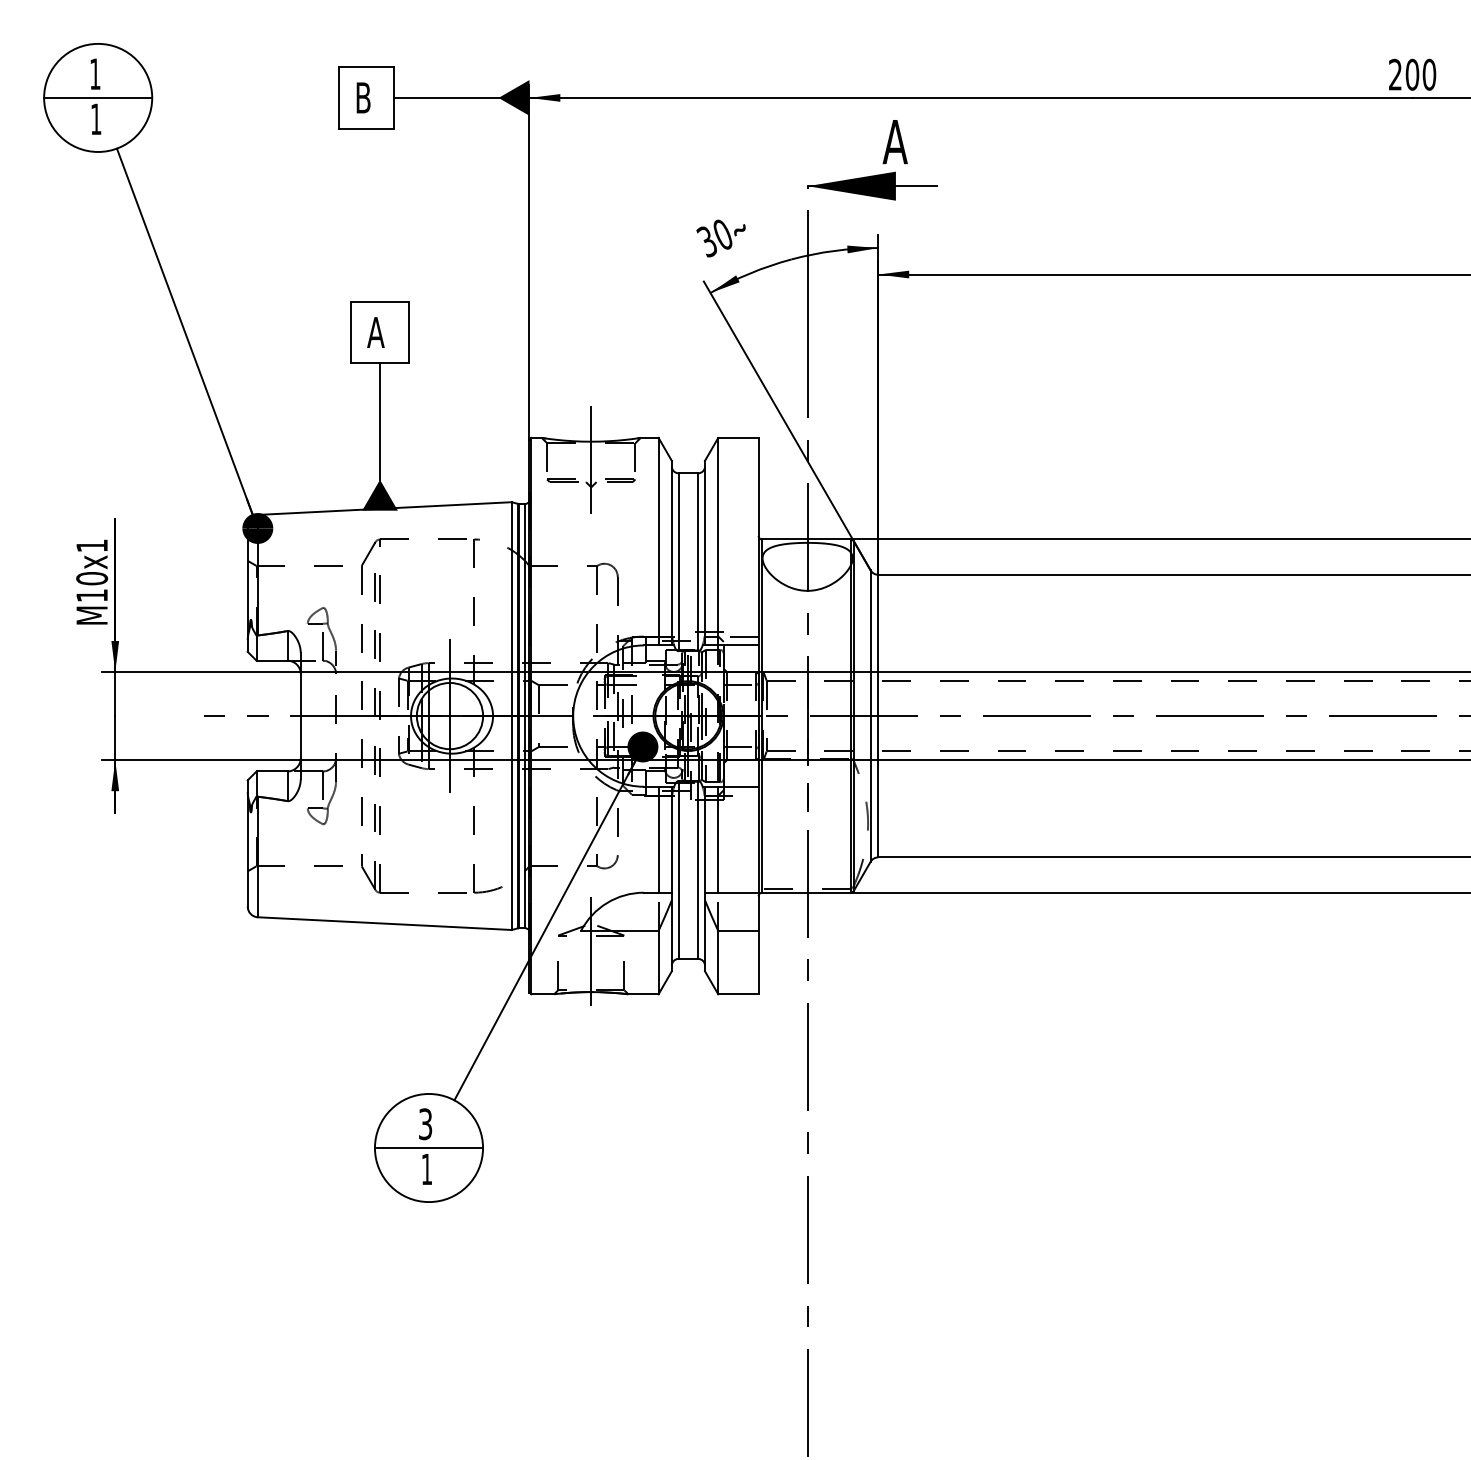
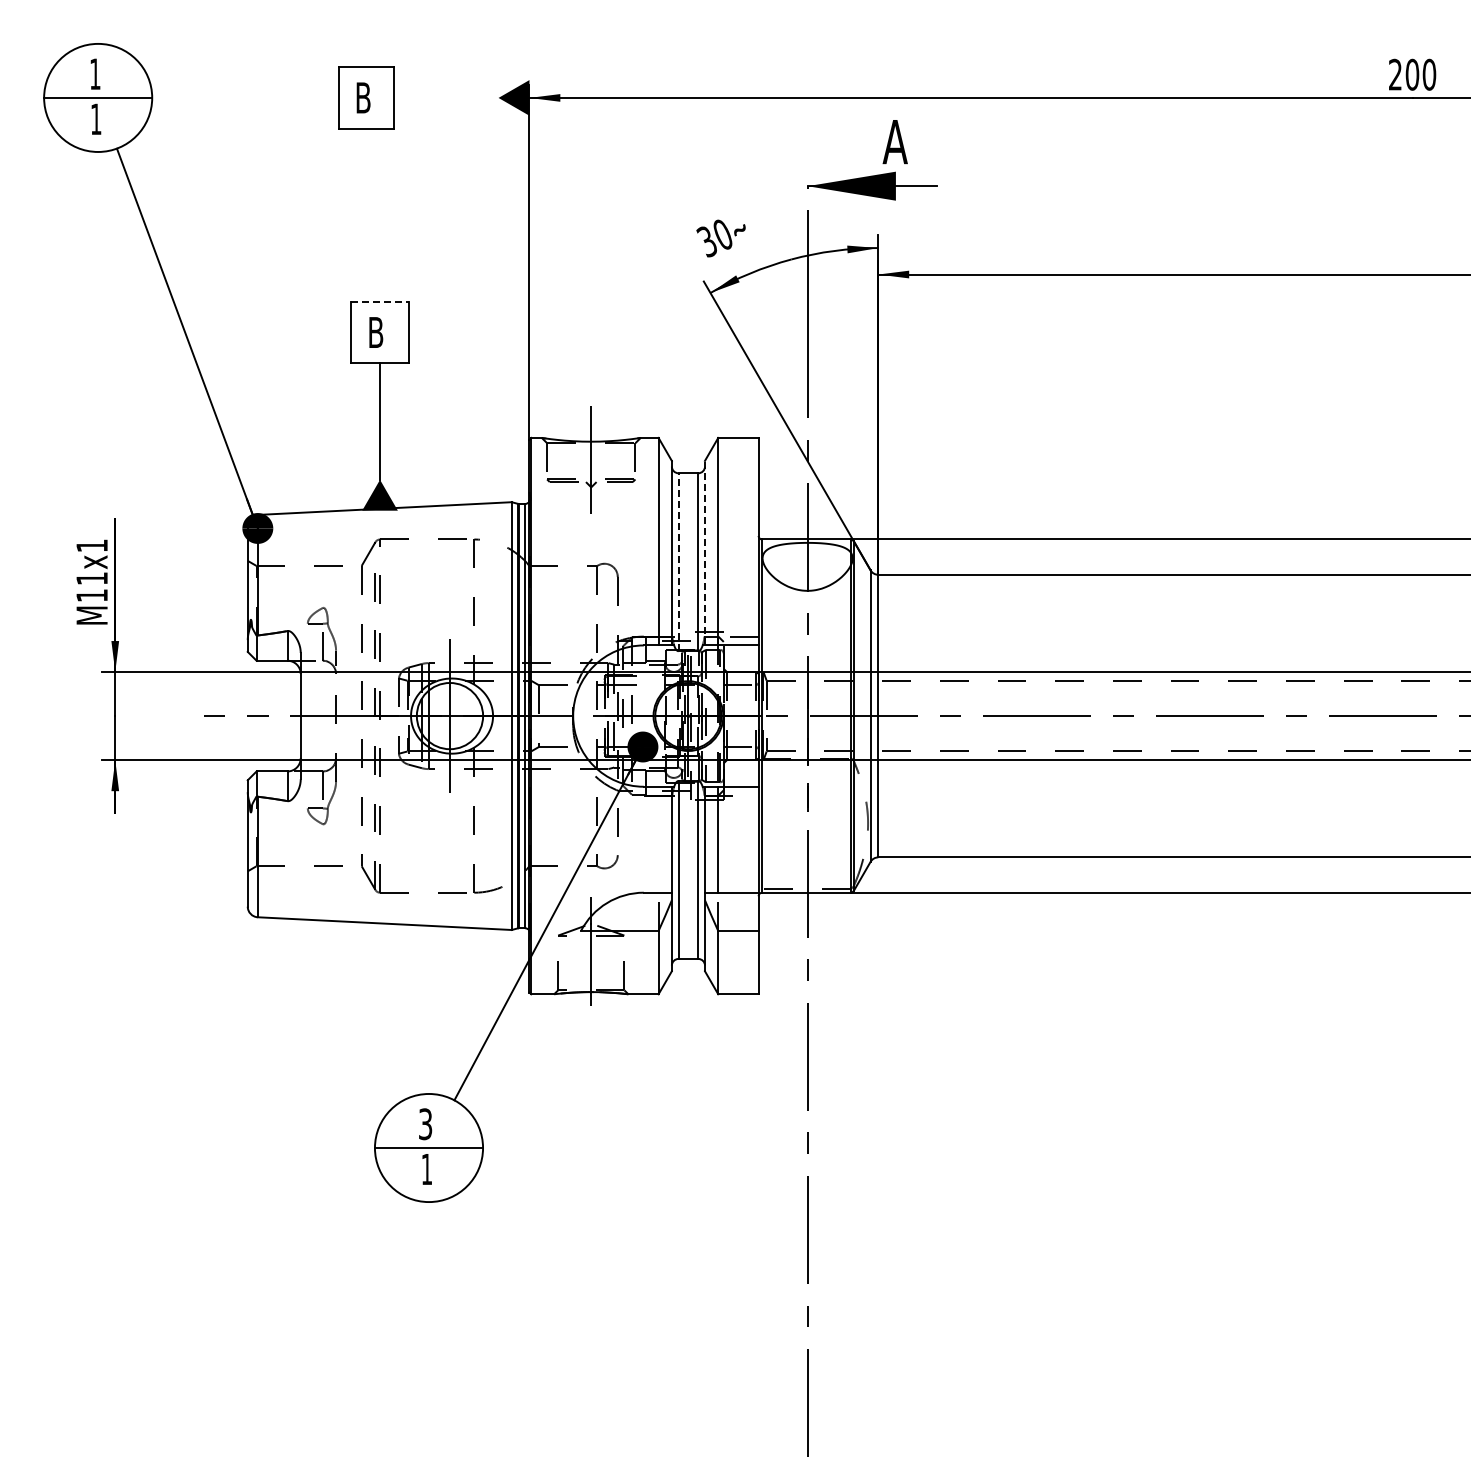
line at (445, 97): present -> none
line at (380, 301): solid -> dashed
text at (375, 332): A -> B
line at (704, 552): solid -> dashed
line at (678, 562): solid -> dashed
text at (92, 578): M10x1 -> M11x1
line at (658, 839): present -> none
